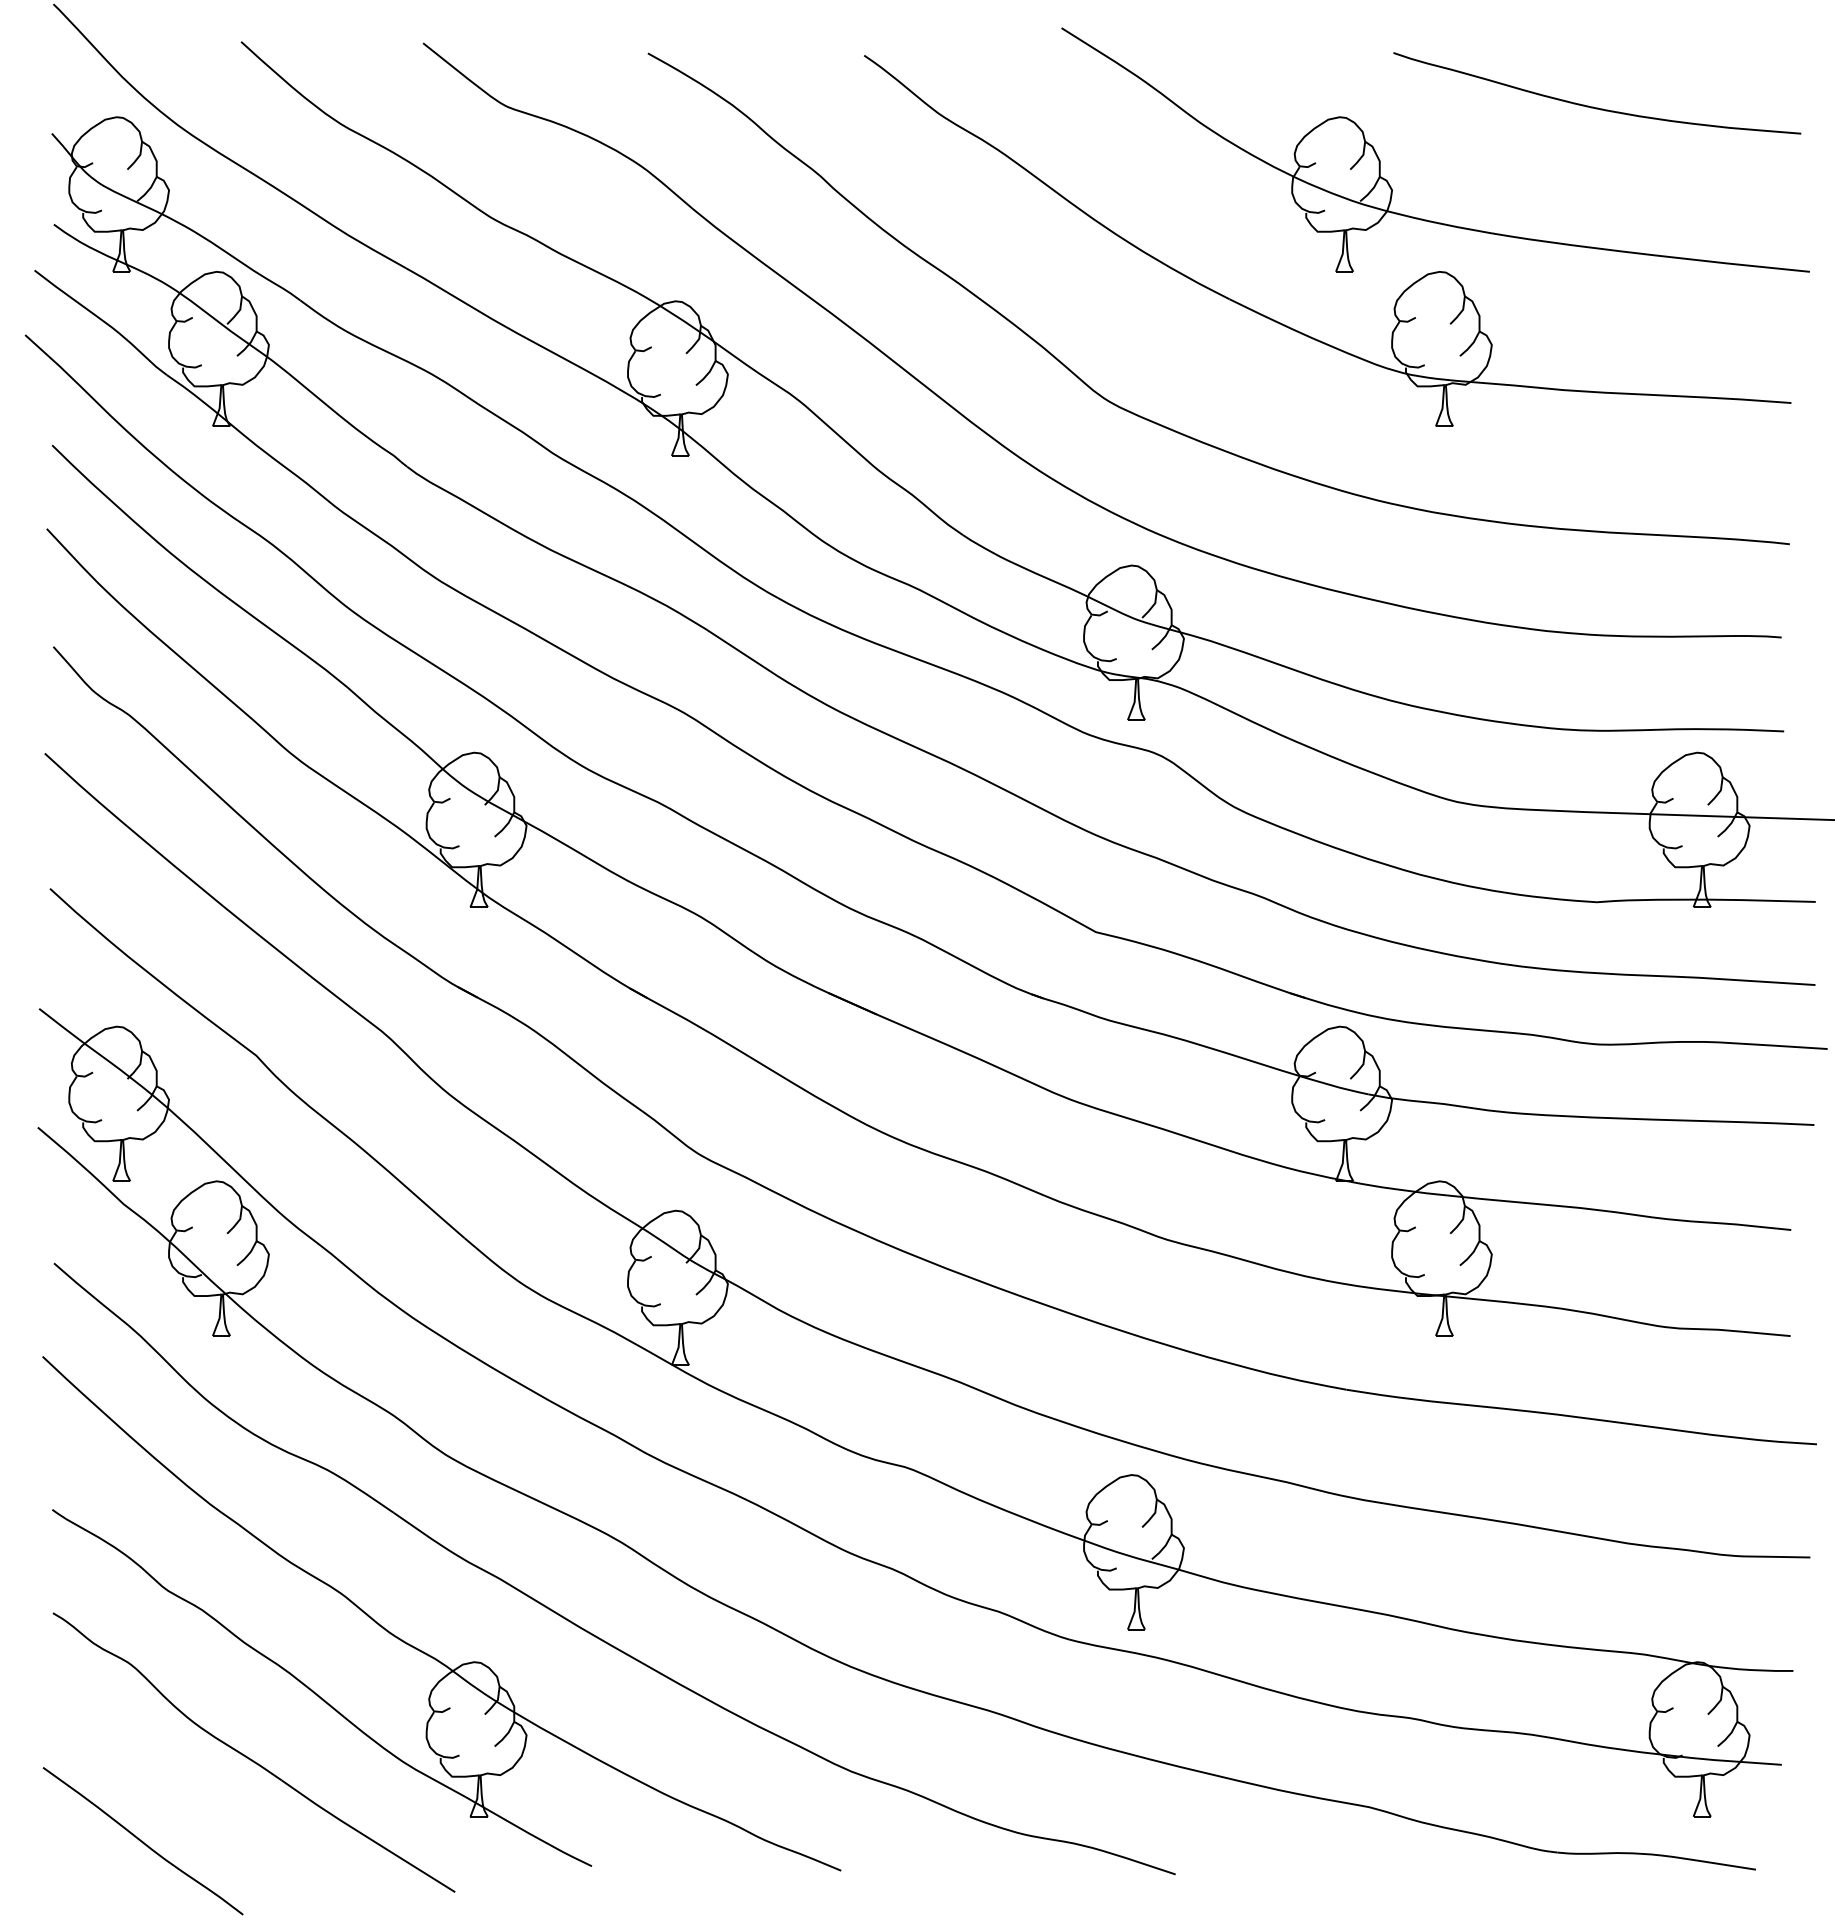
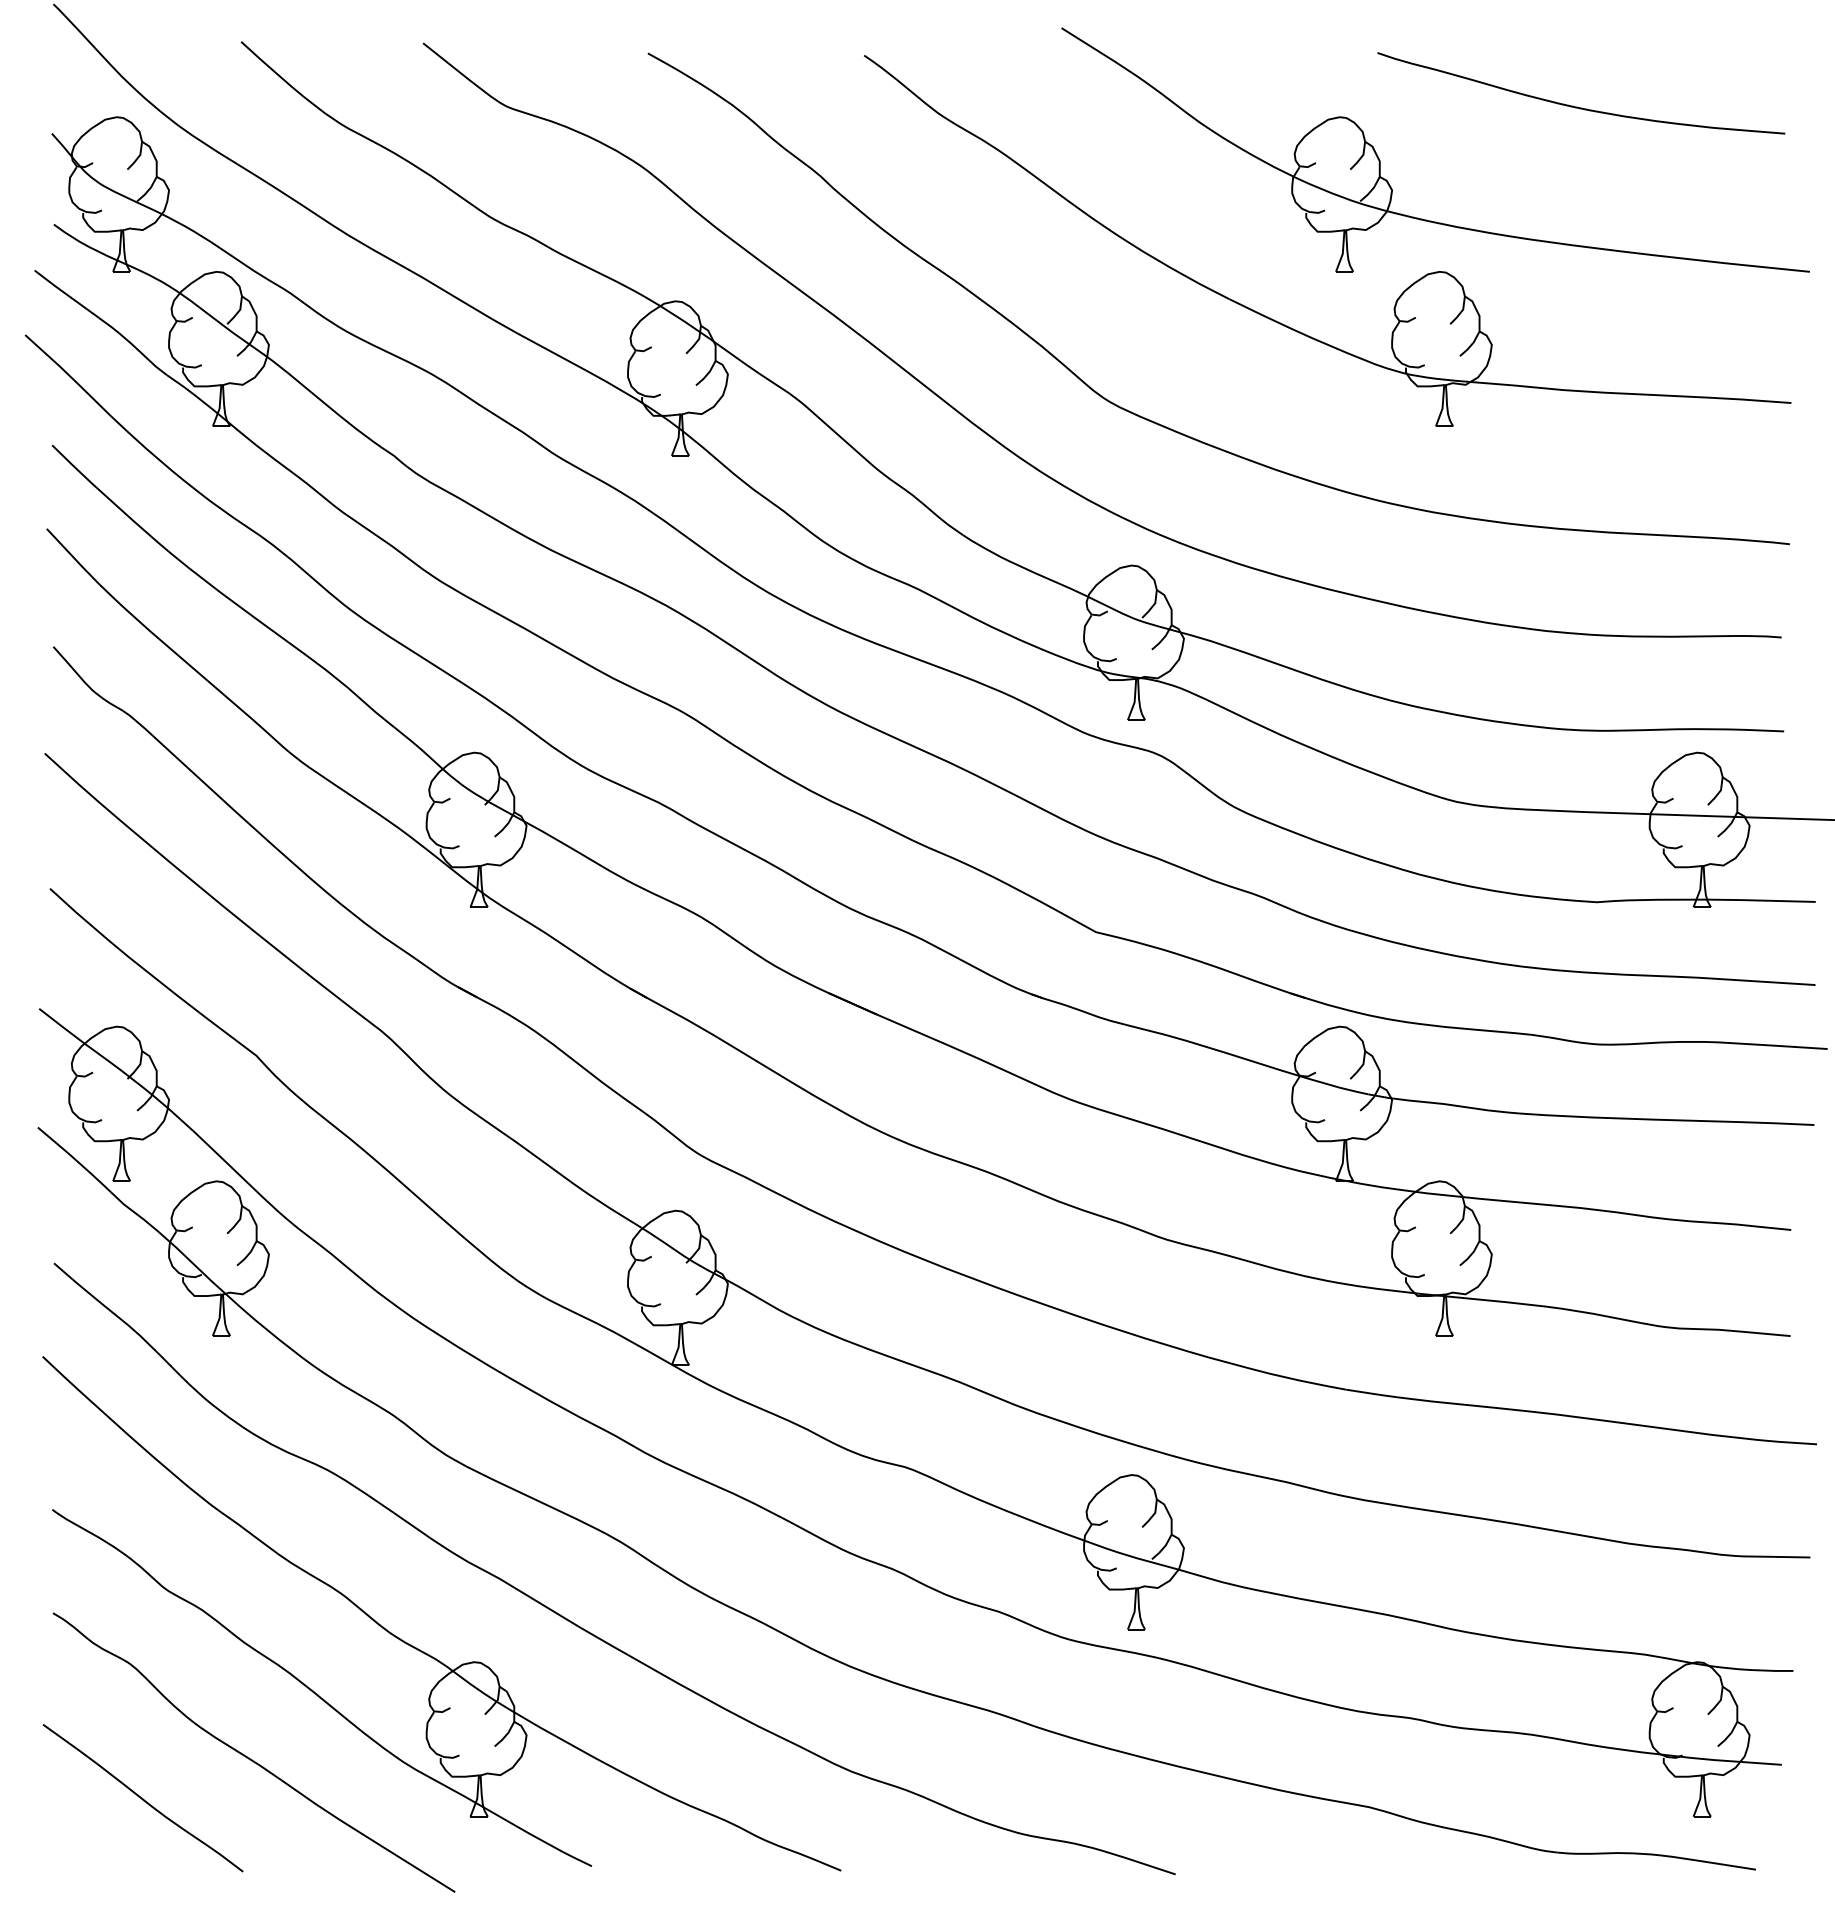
curve at (1593, 106) position: (1593, 106) -> (1577, 106)
curve at (142, 1841) position: (142, 1841) -> (142, 1798)
